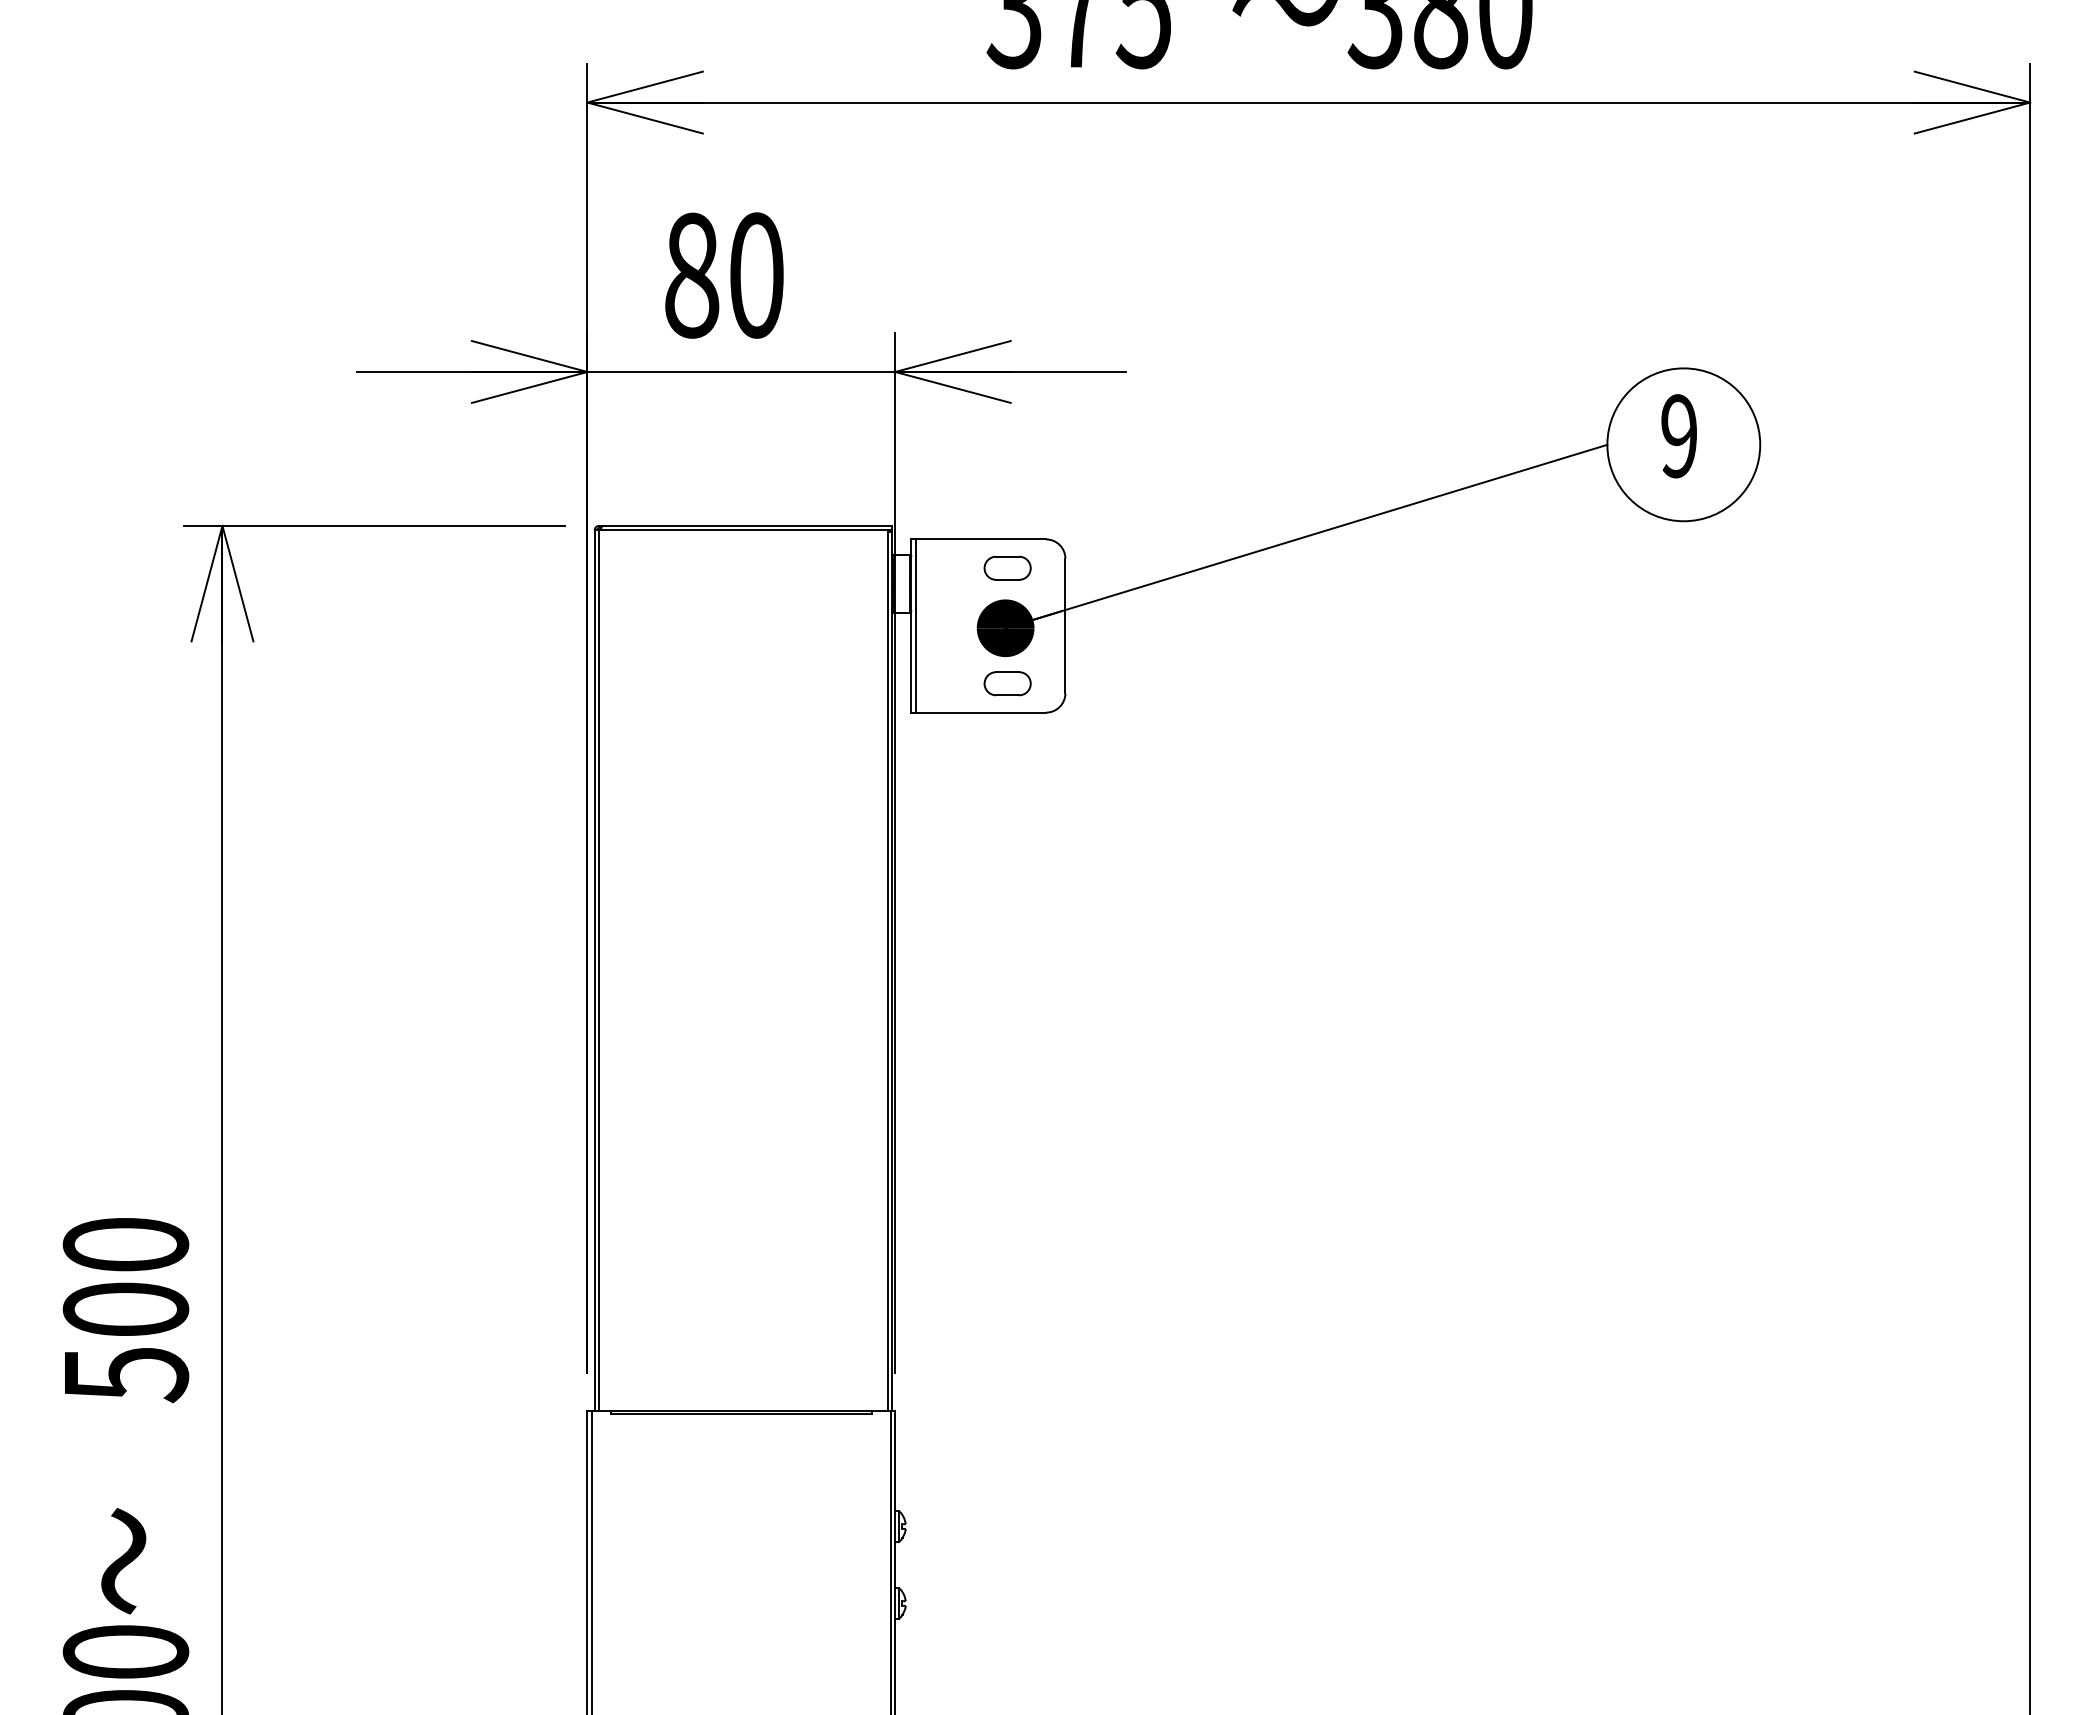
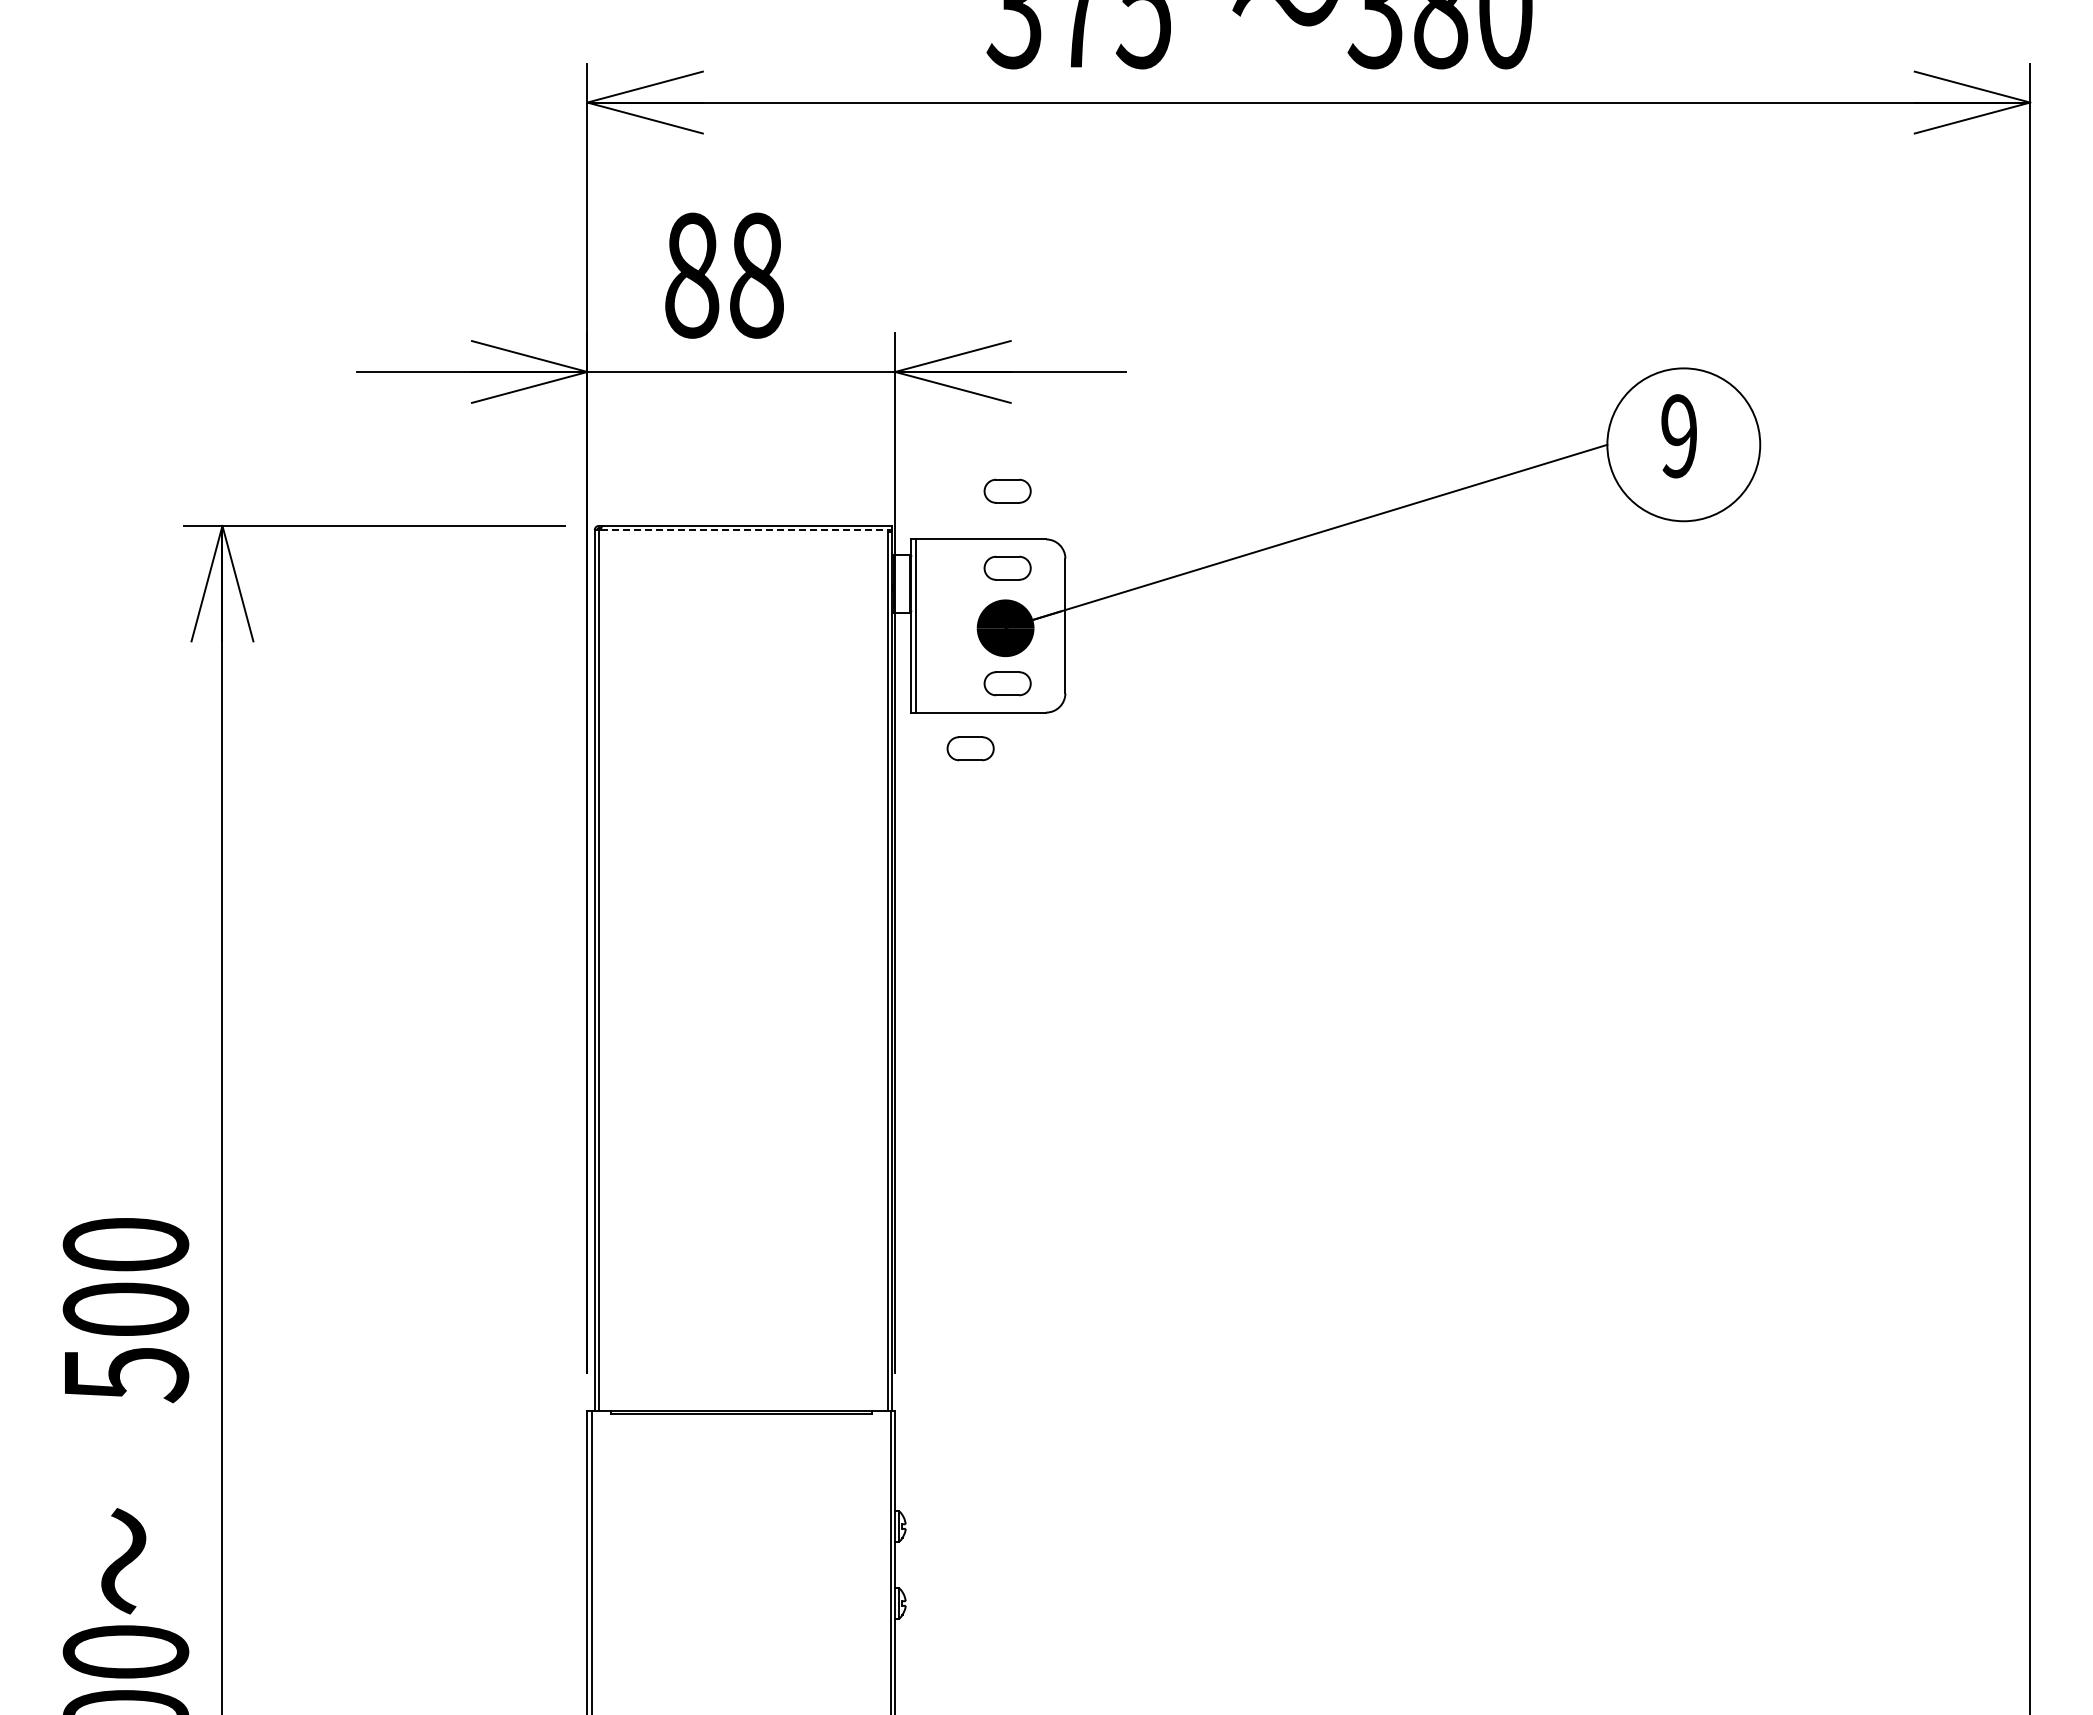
text at (756, 275): 80 -> 88
part at (1007, 490): none -> present
line at (746, 530): solid -> dashed
part at (970, 748): none -> present
